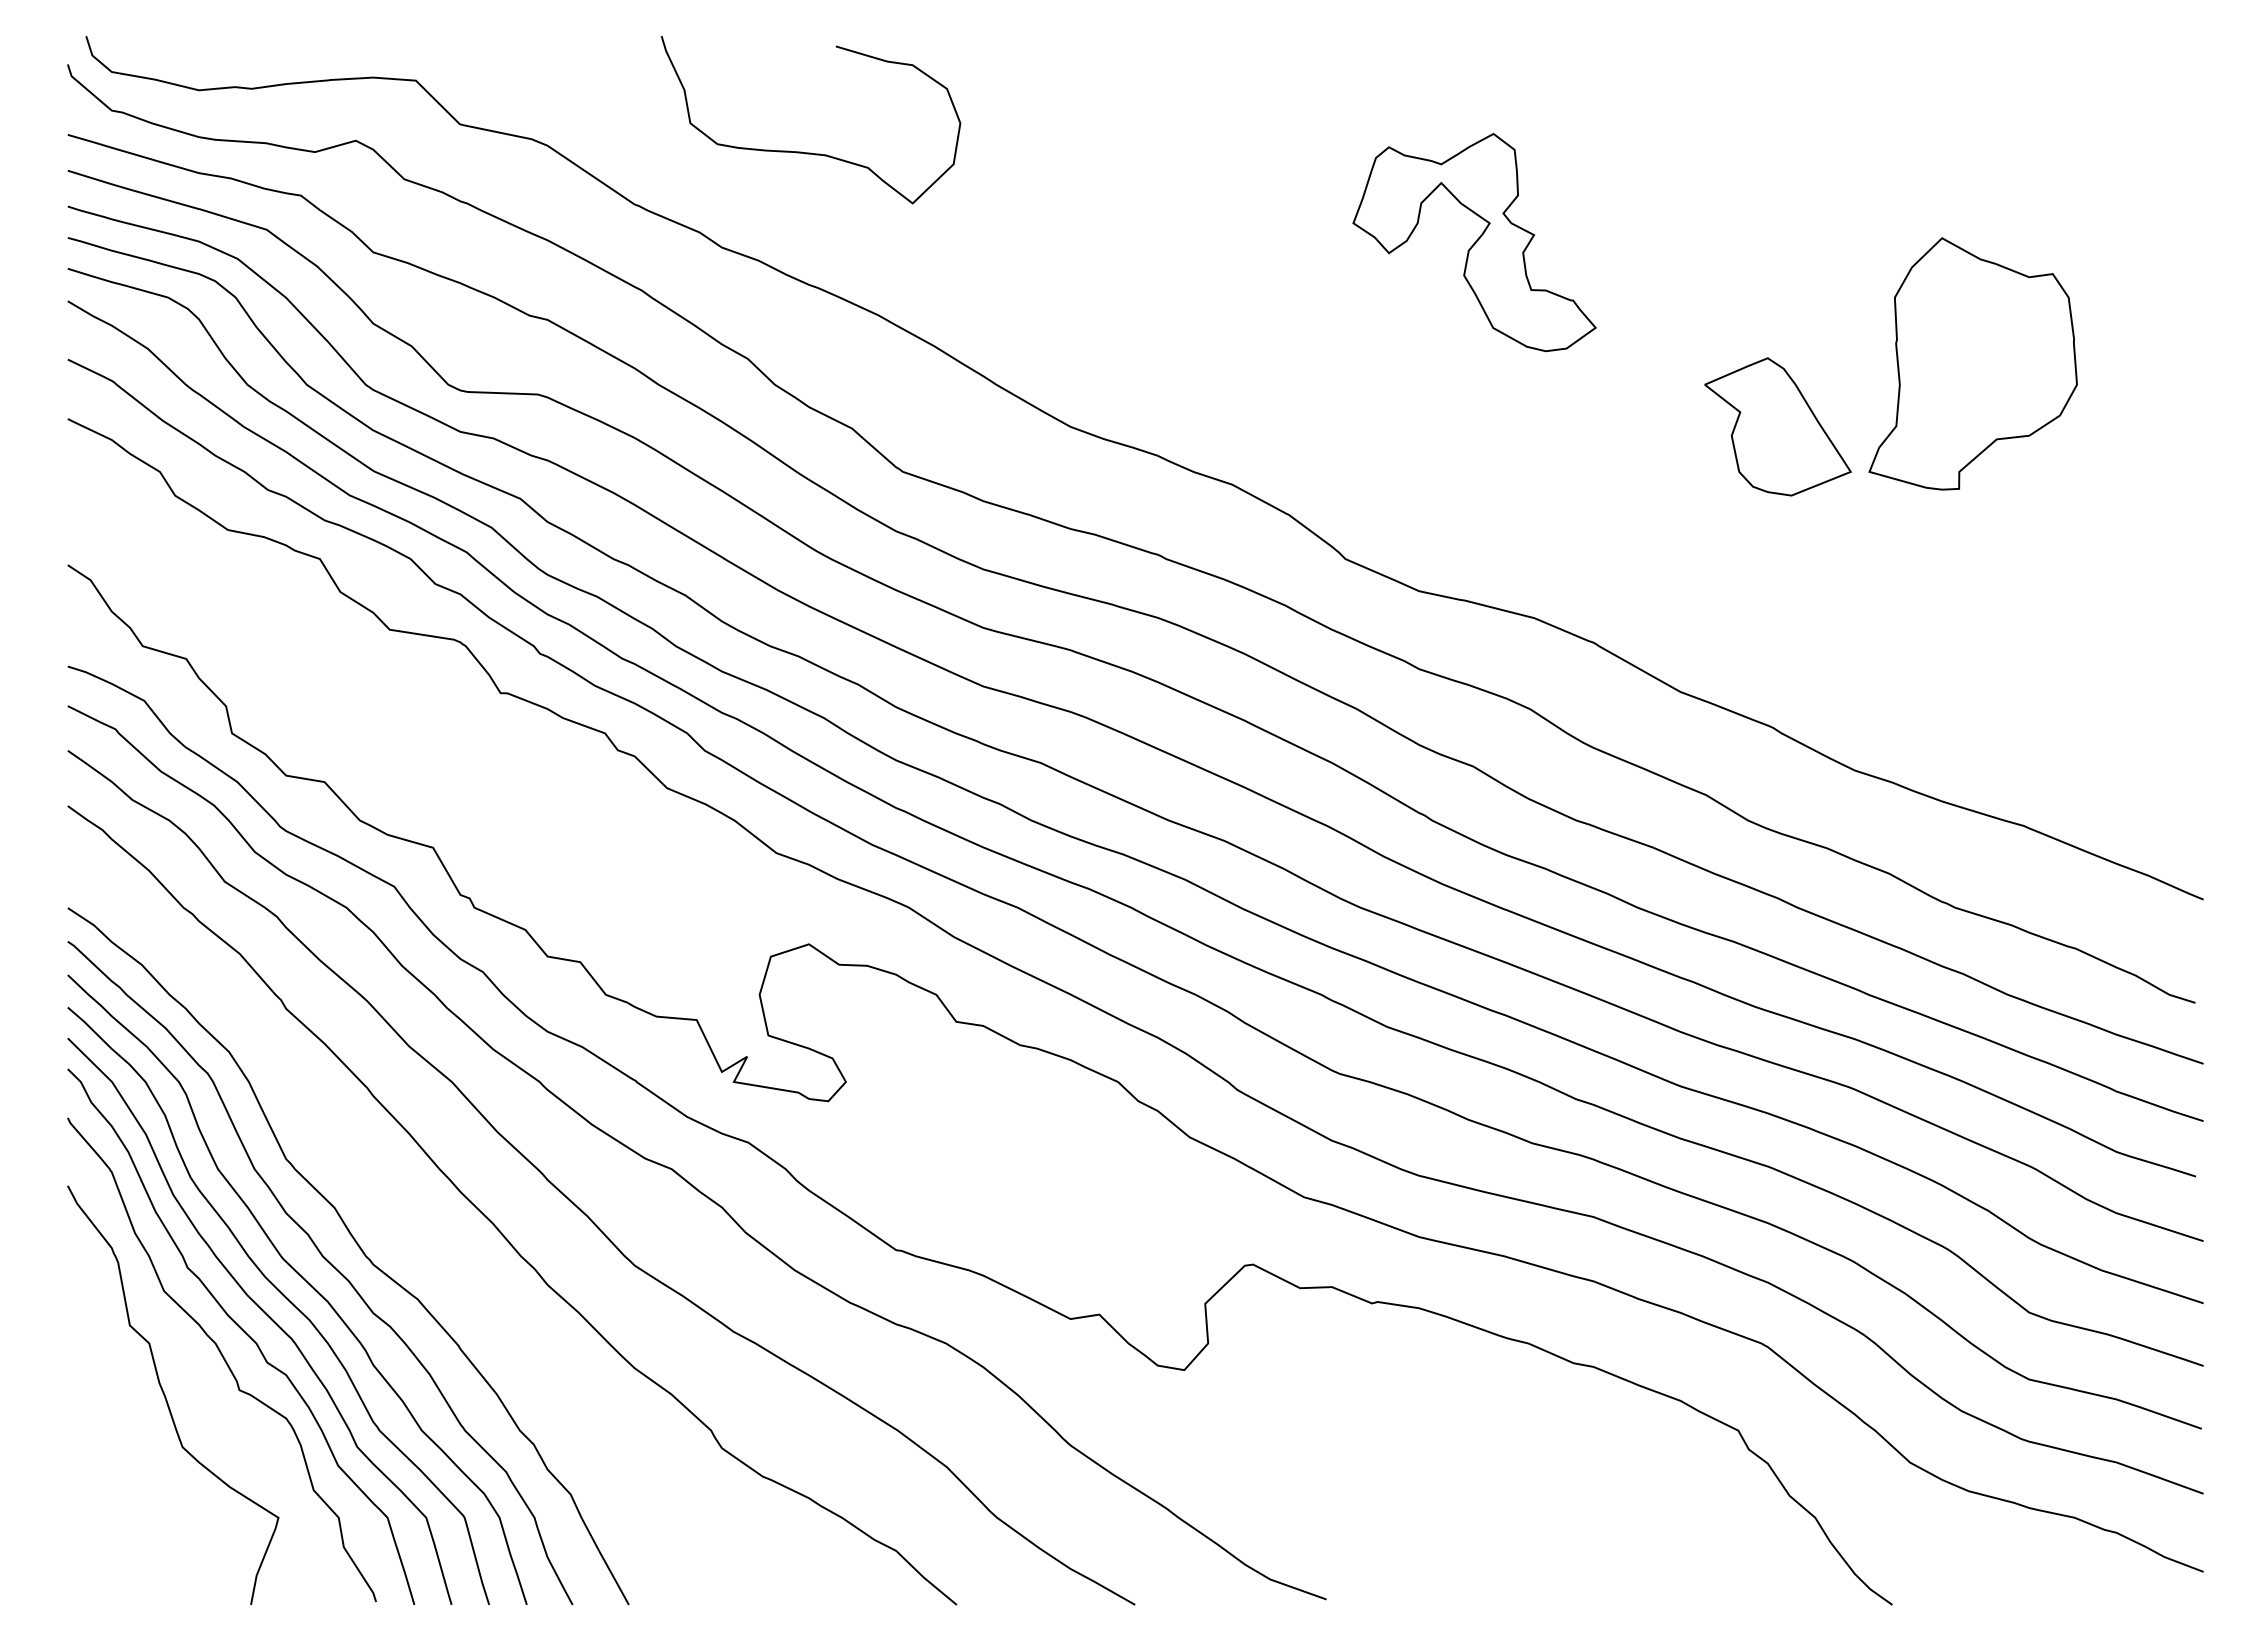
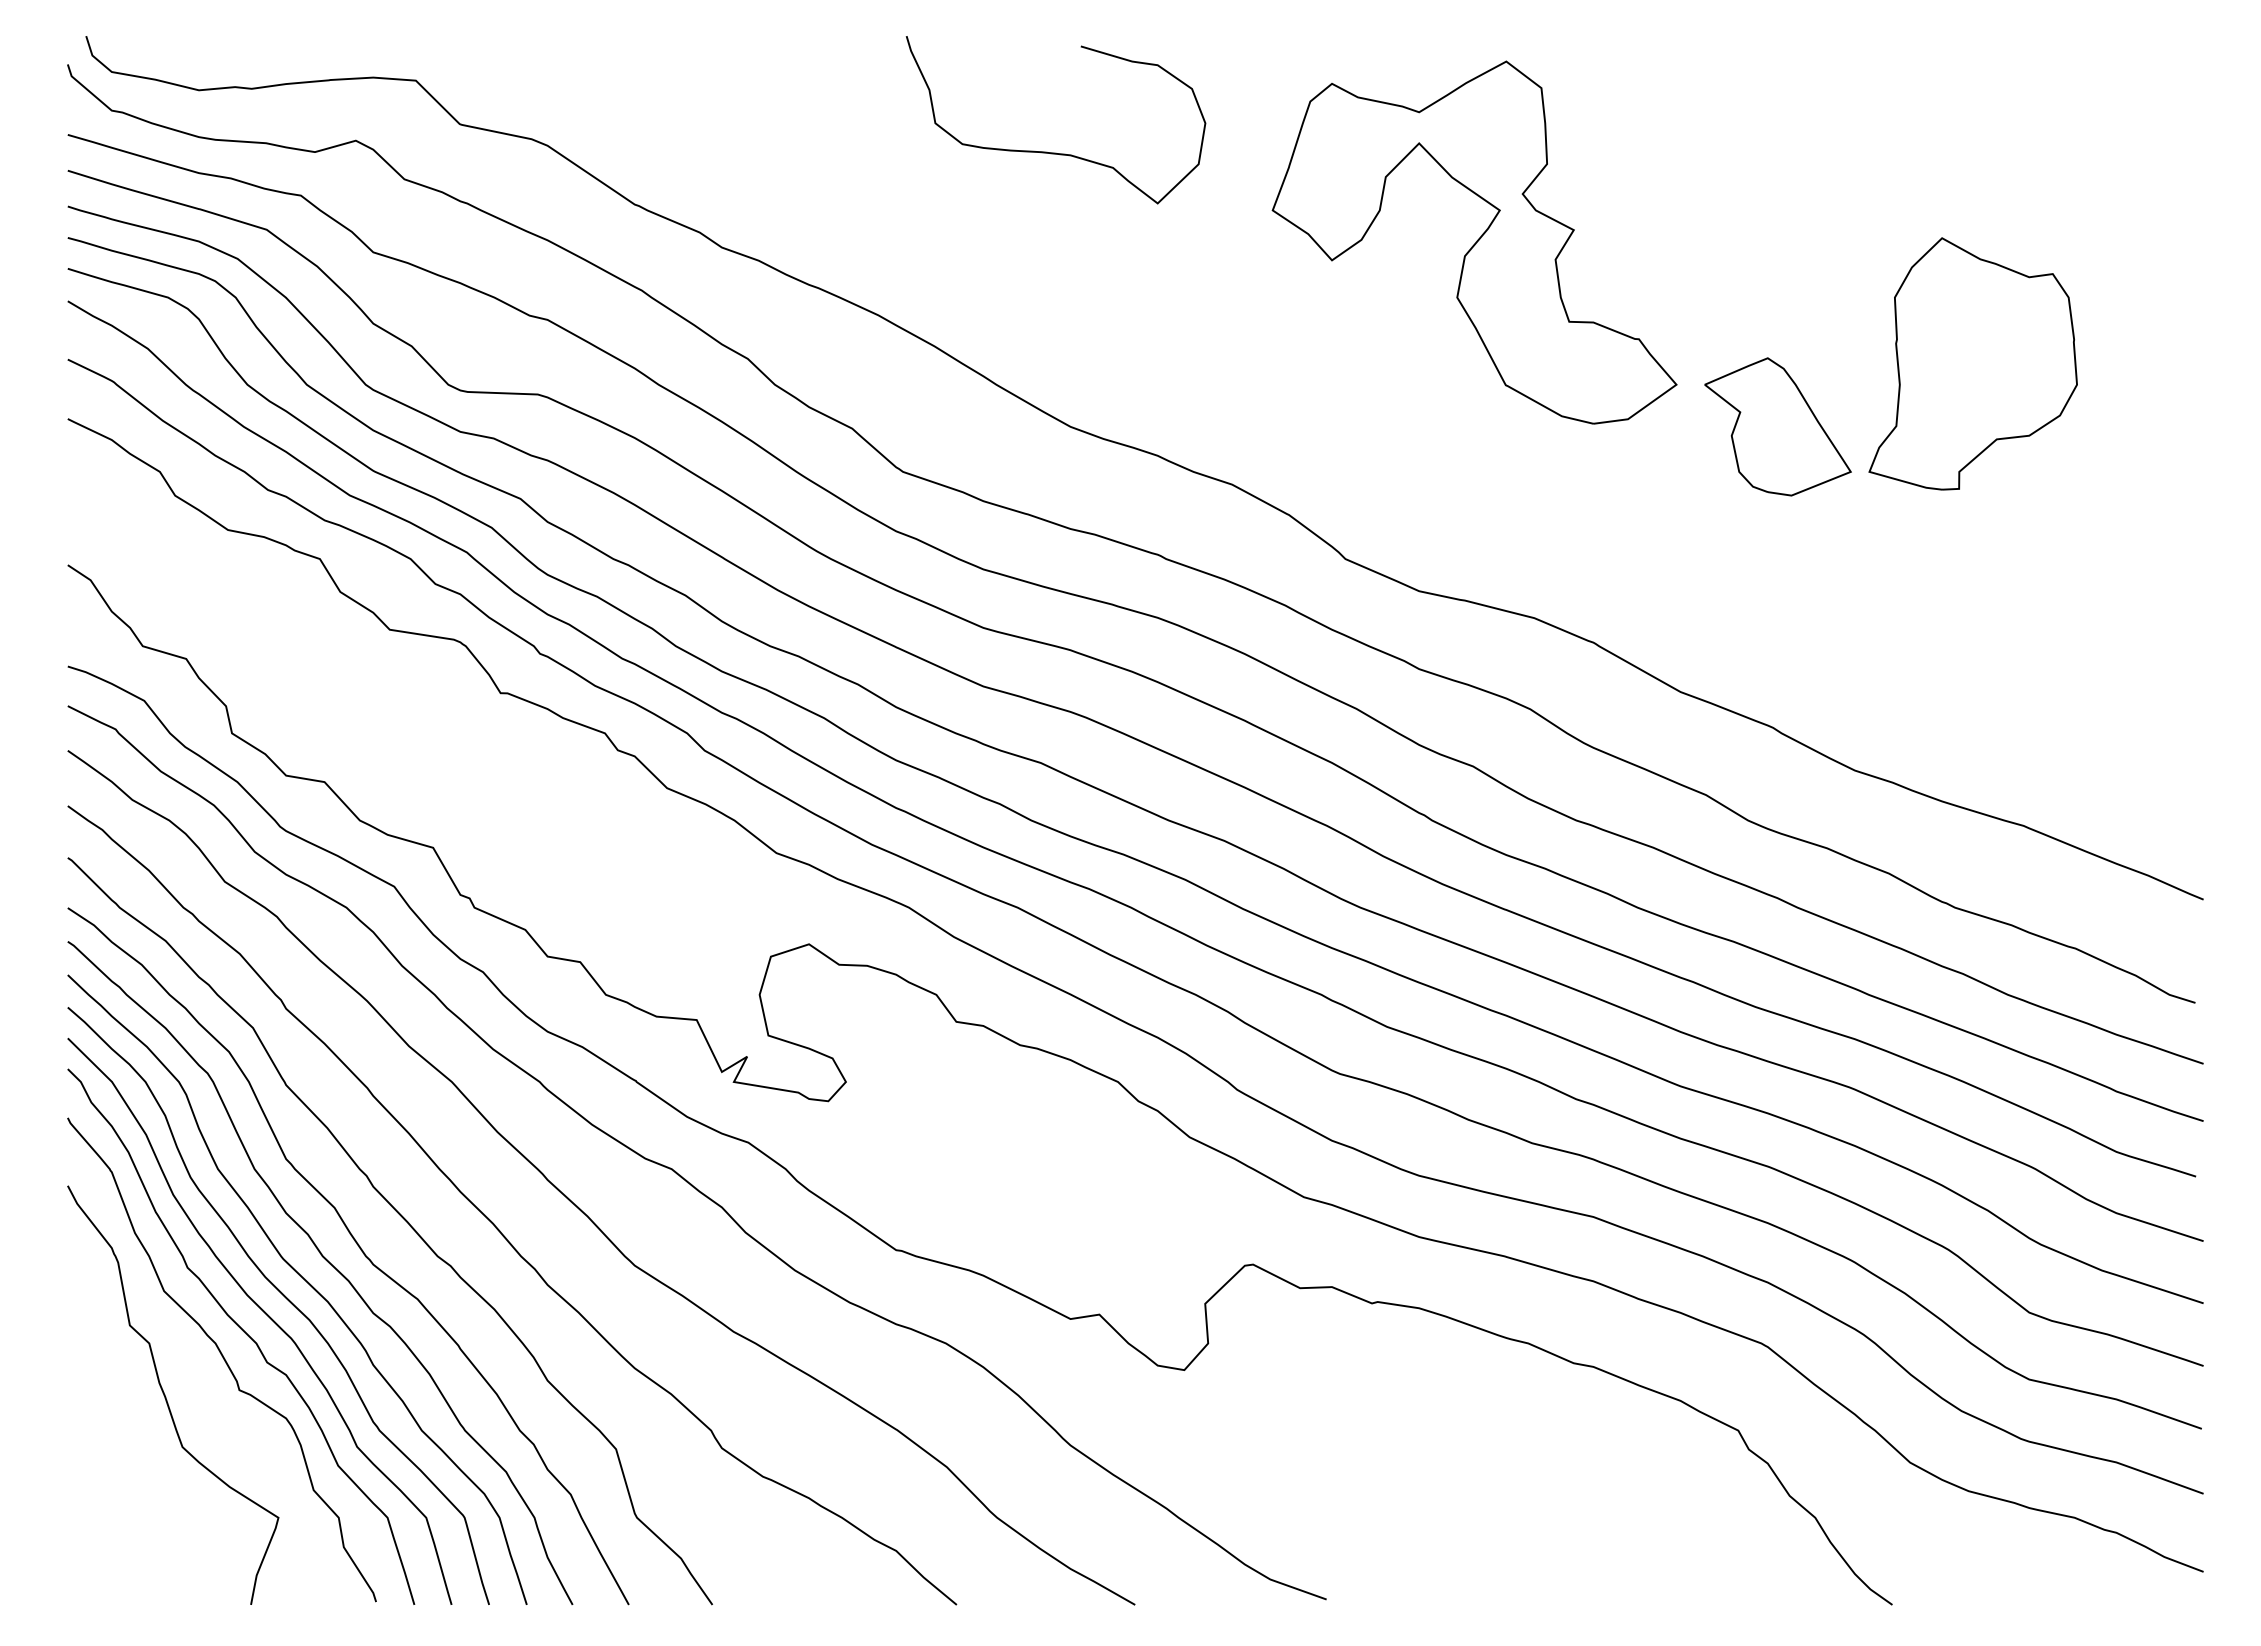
curve at (810, 152) position: (810, 152) -> (1055, 152)
part at (1474, 242) size: 245x220 px -> 407x365 px
curve at (402, 1218): none -> present
